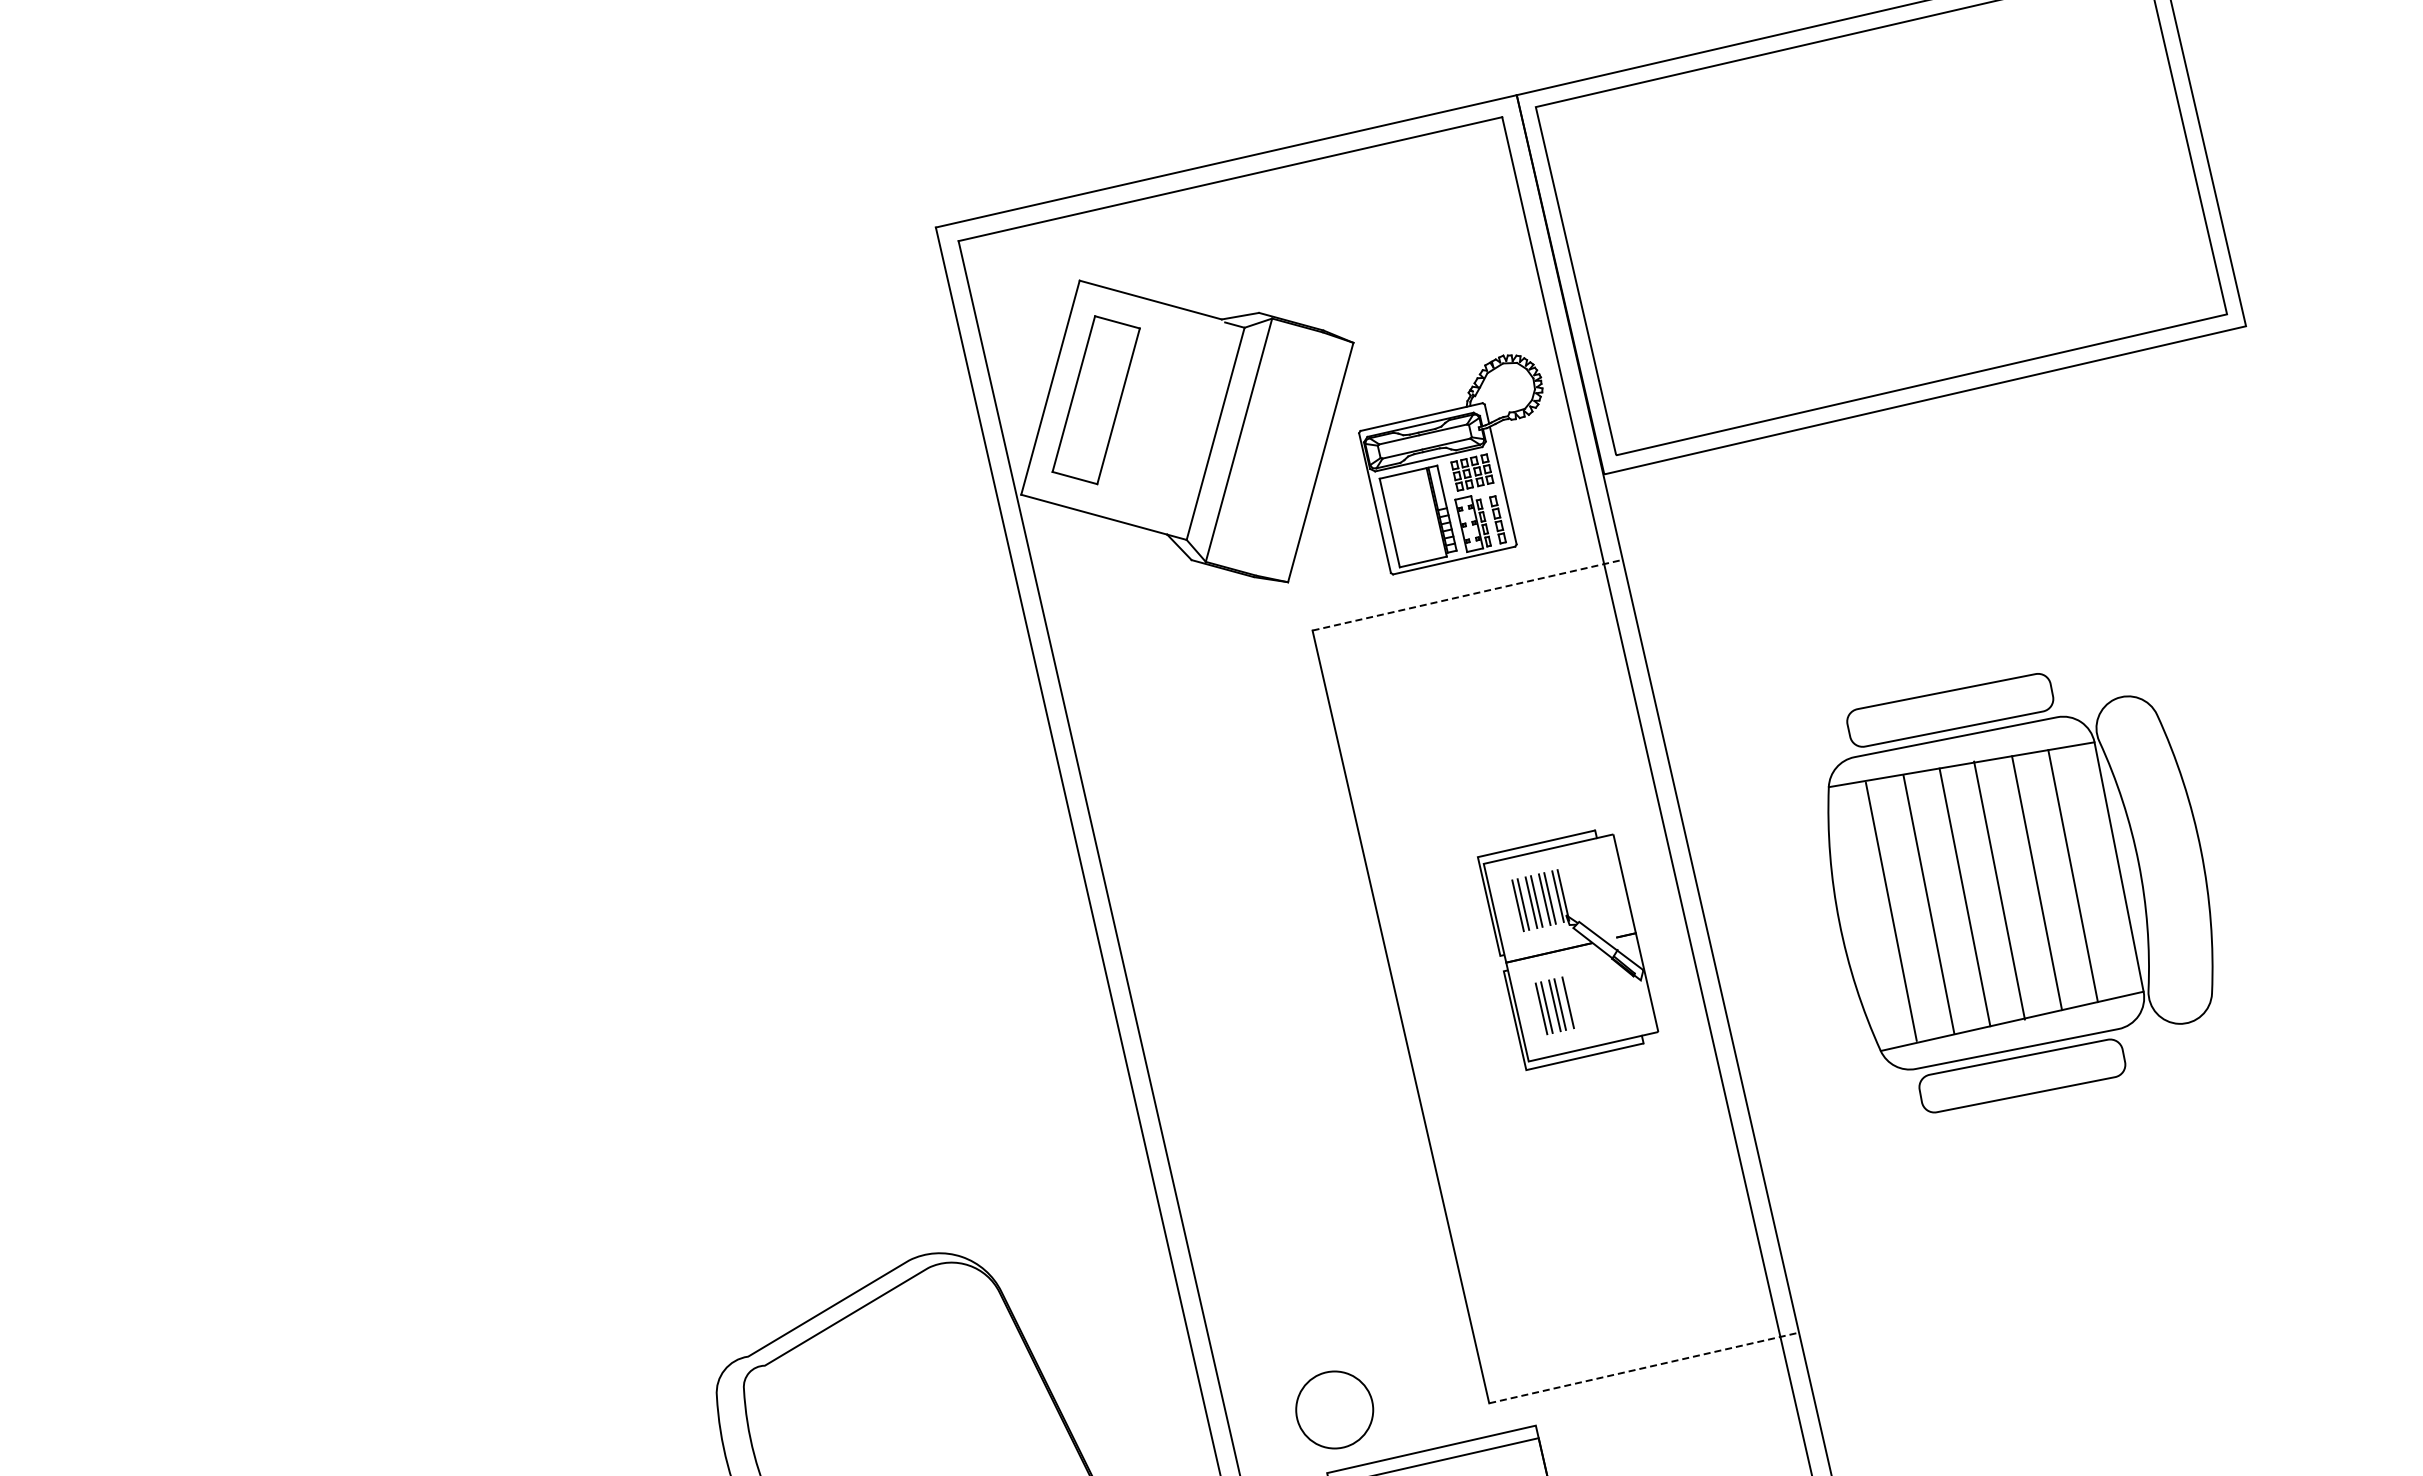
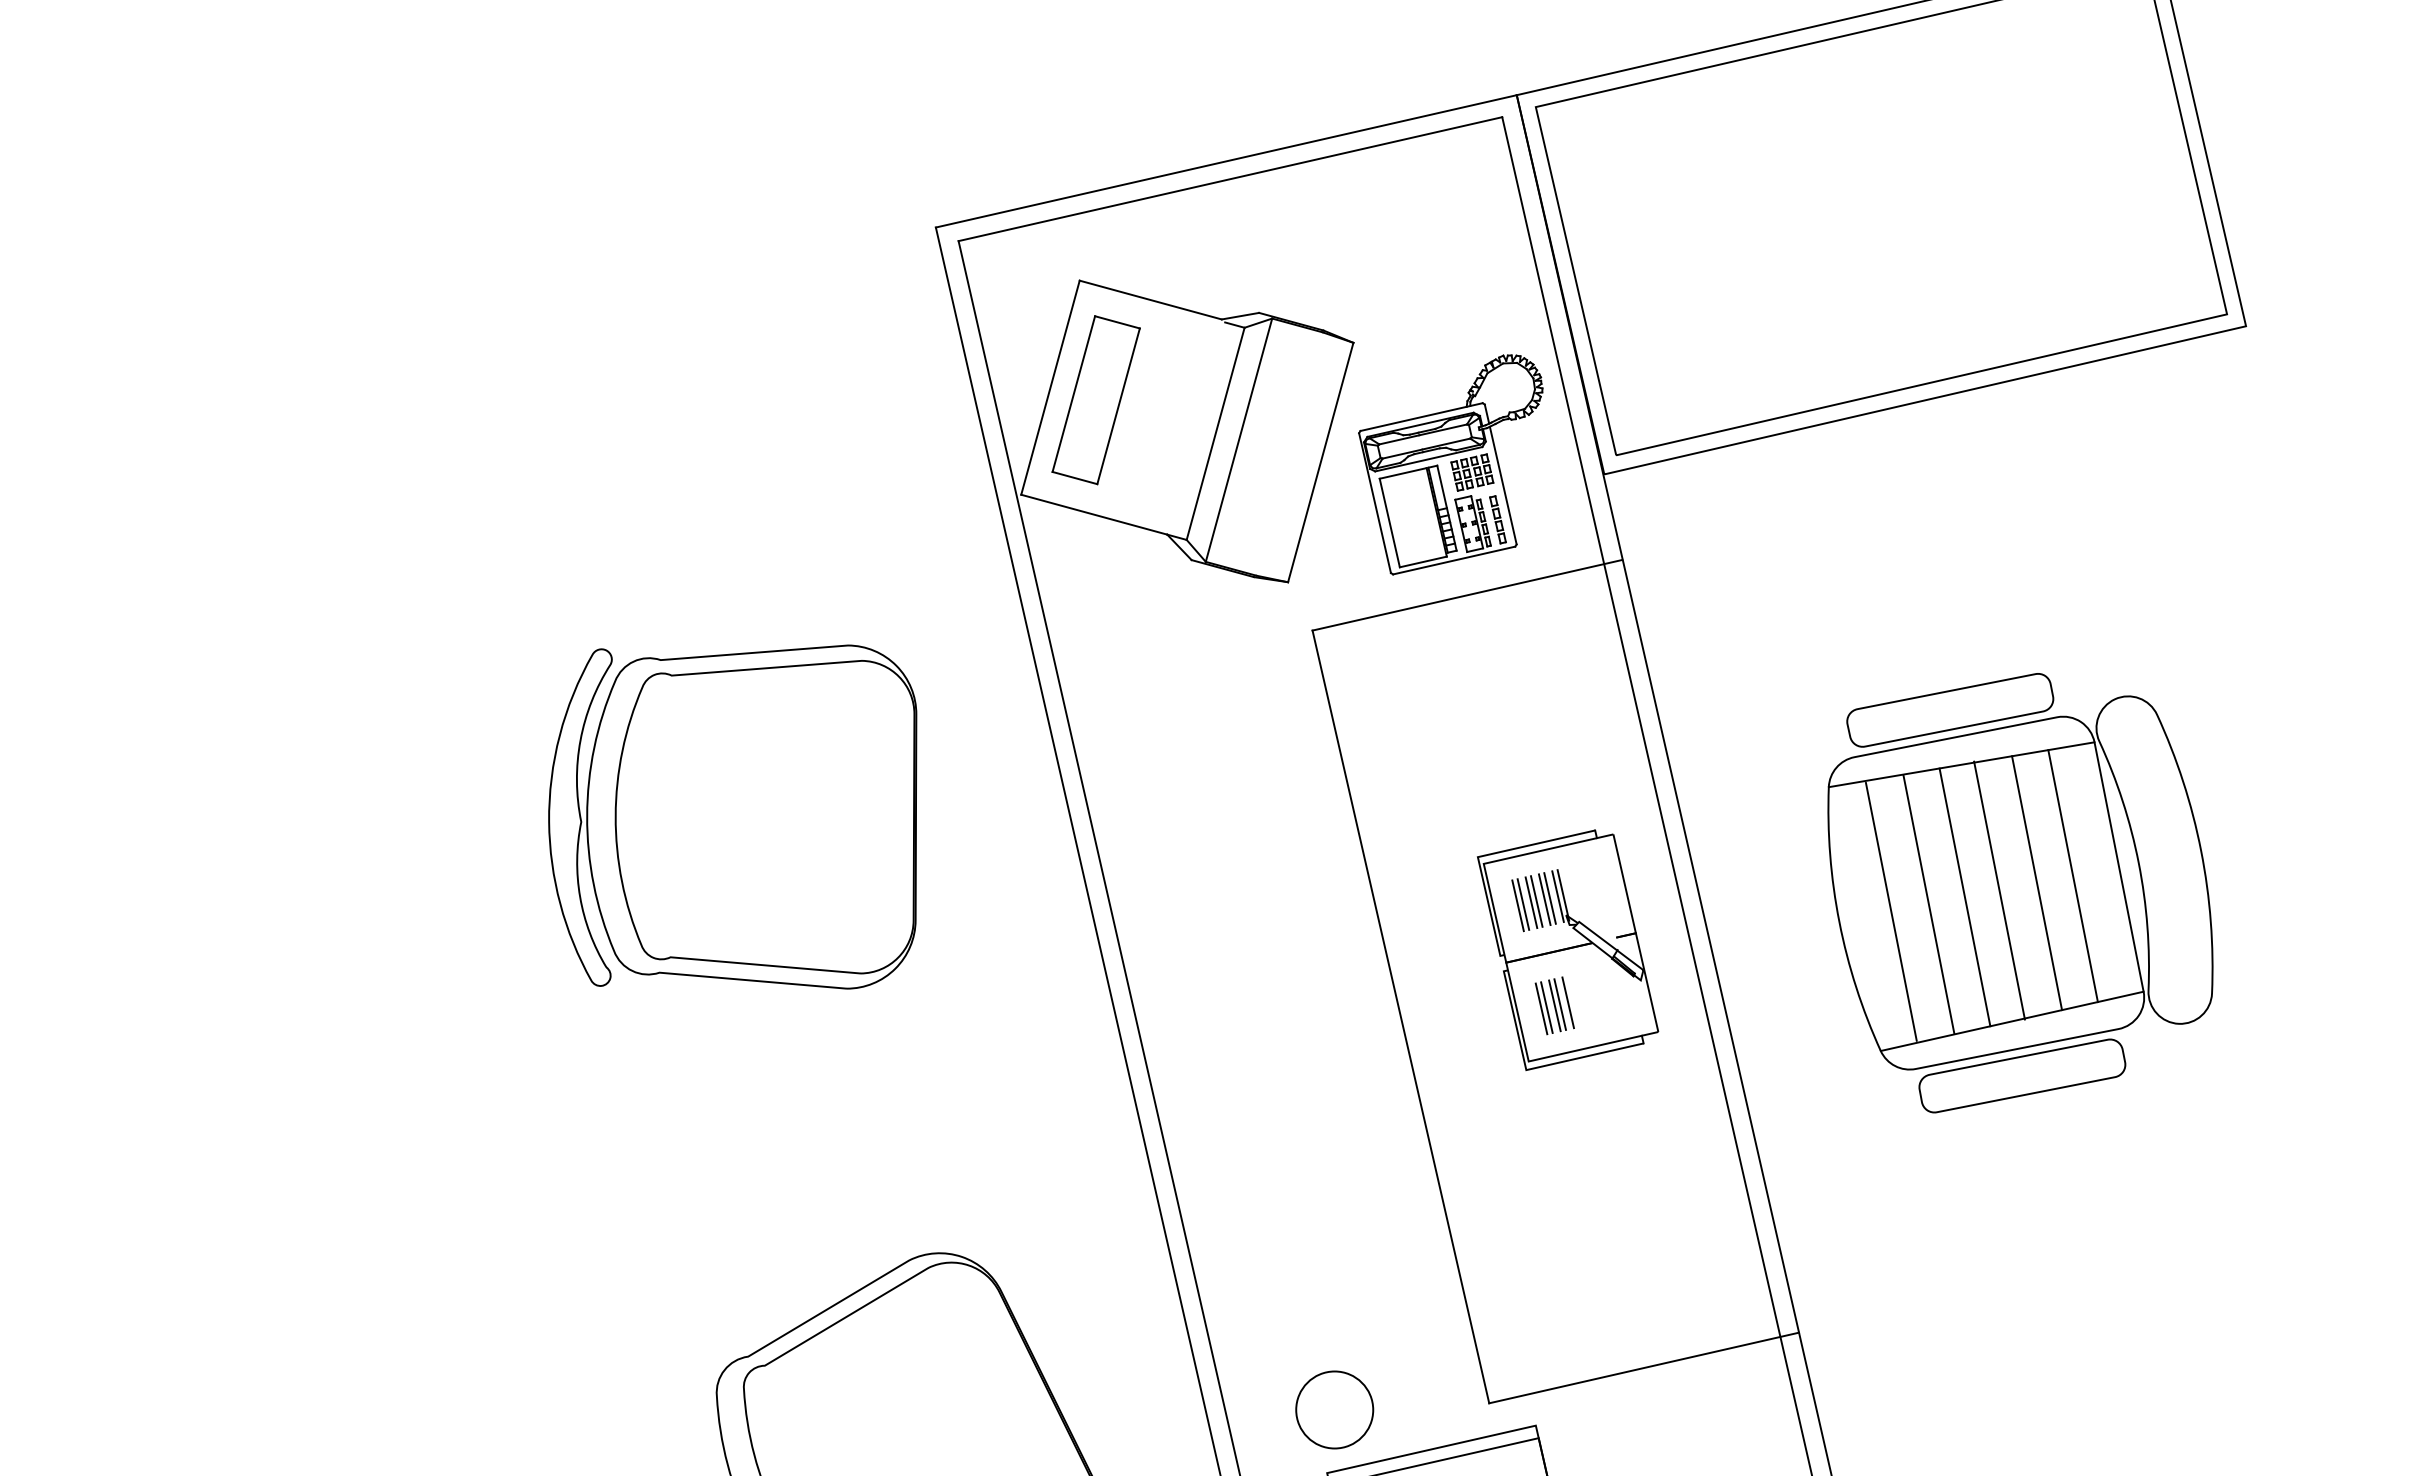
line at (1467, 595): dashed -> solid
part at (732, 816): none -> present
line at (1644, 1367): dashed -> solid
